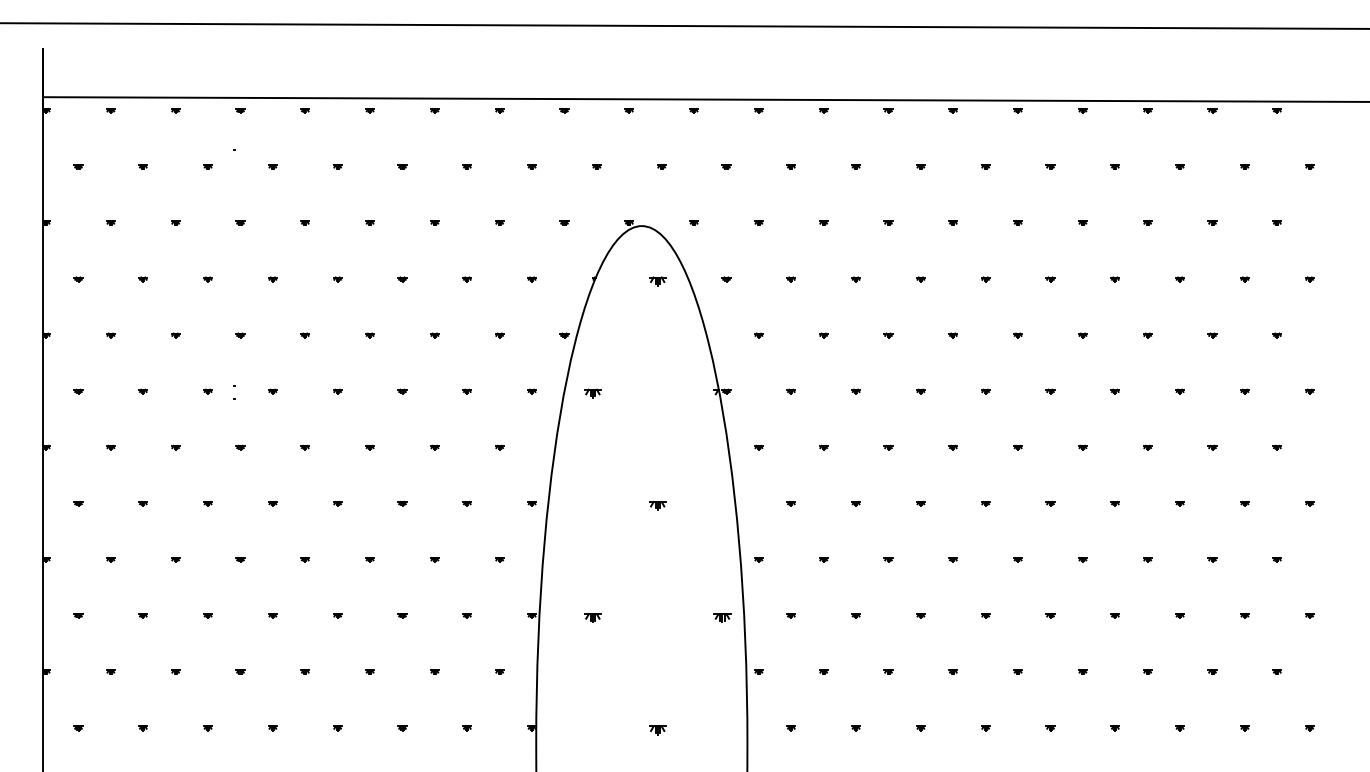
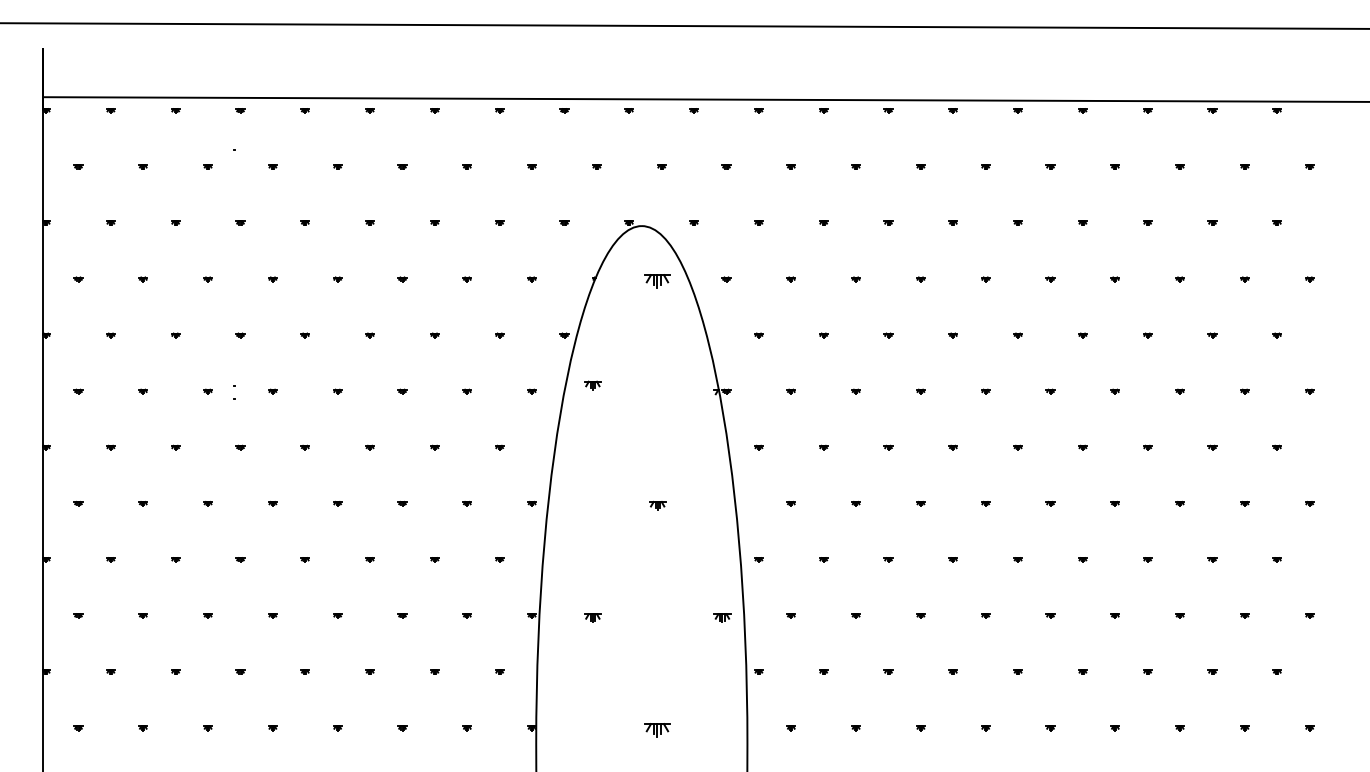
part at (657, 281) size: 18x11 px -> 27x15 px
part at (592, 393) position: (592, 393) -> (592, 385)
part at (657, 730) size: 18x11 px -> 27x15 px
